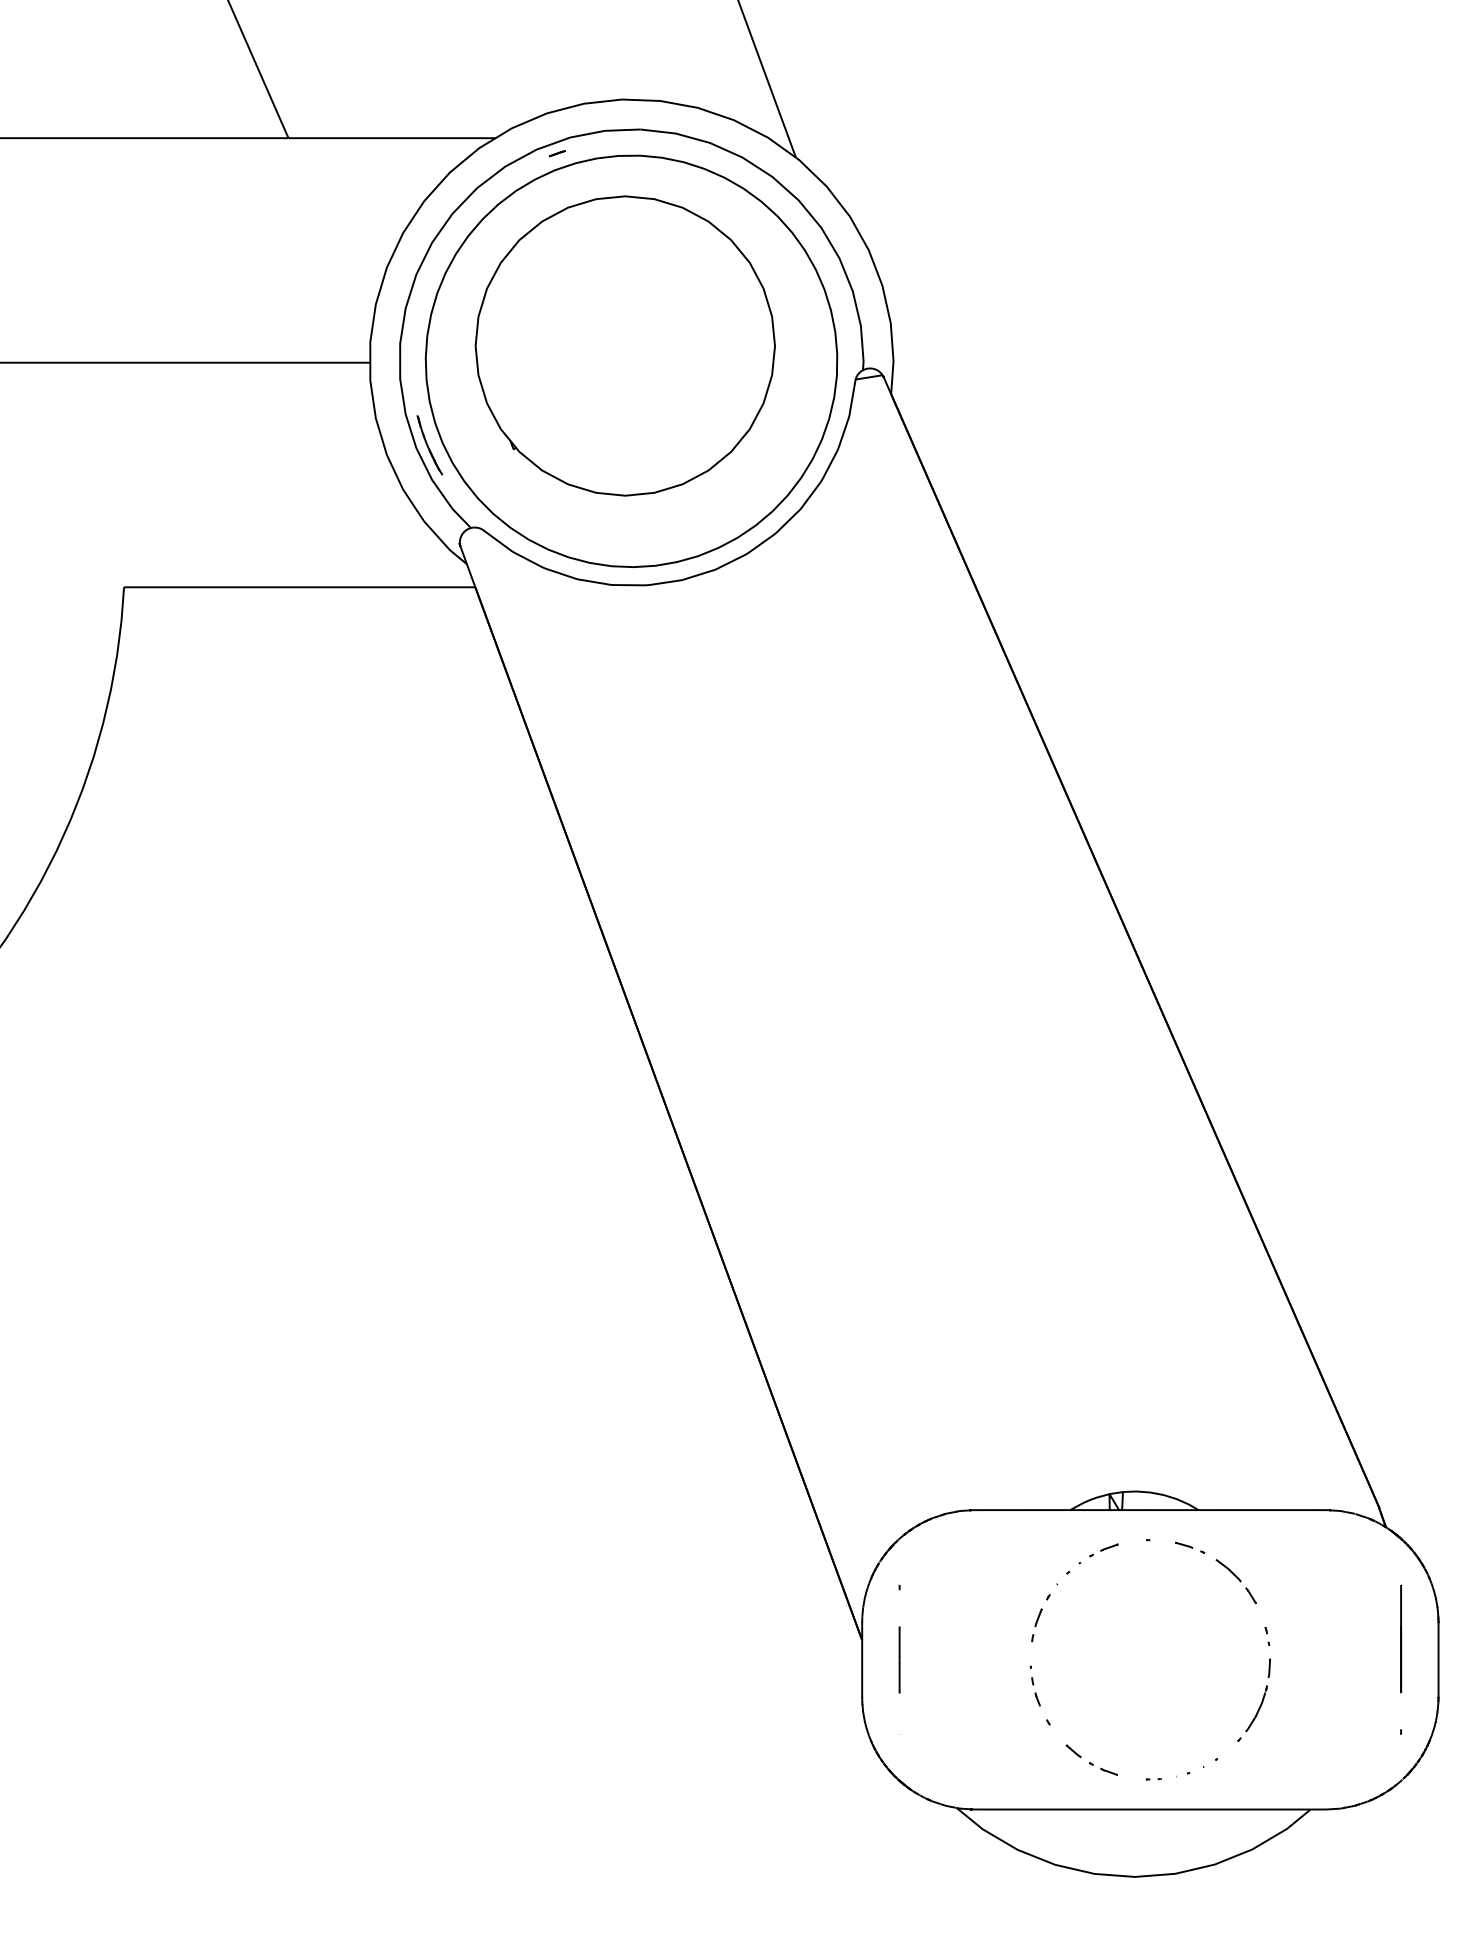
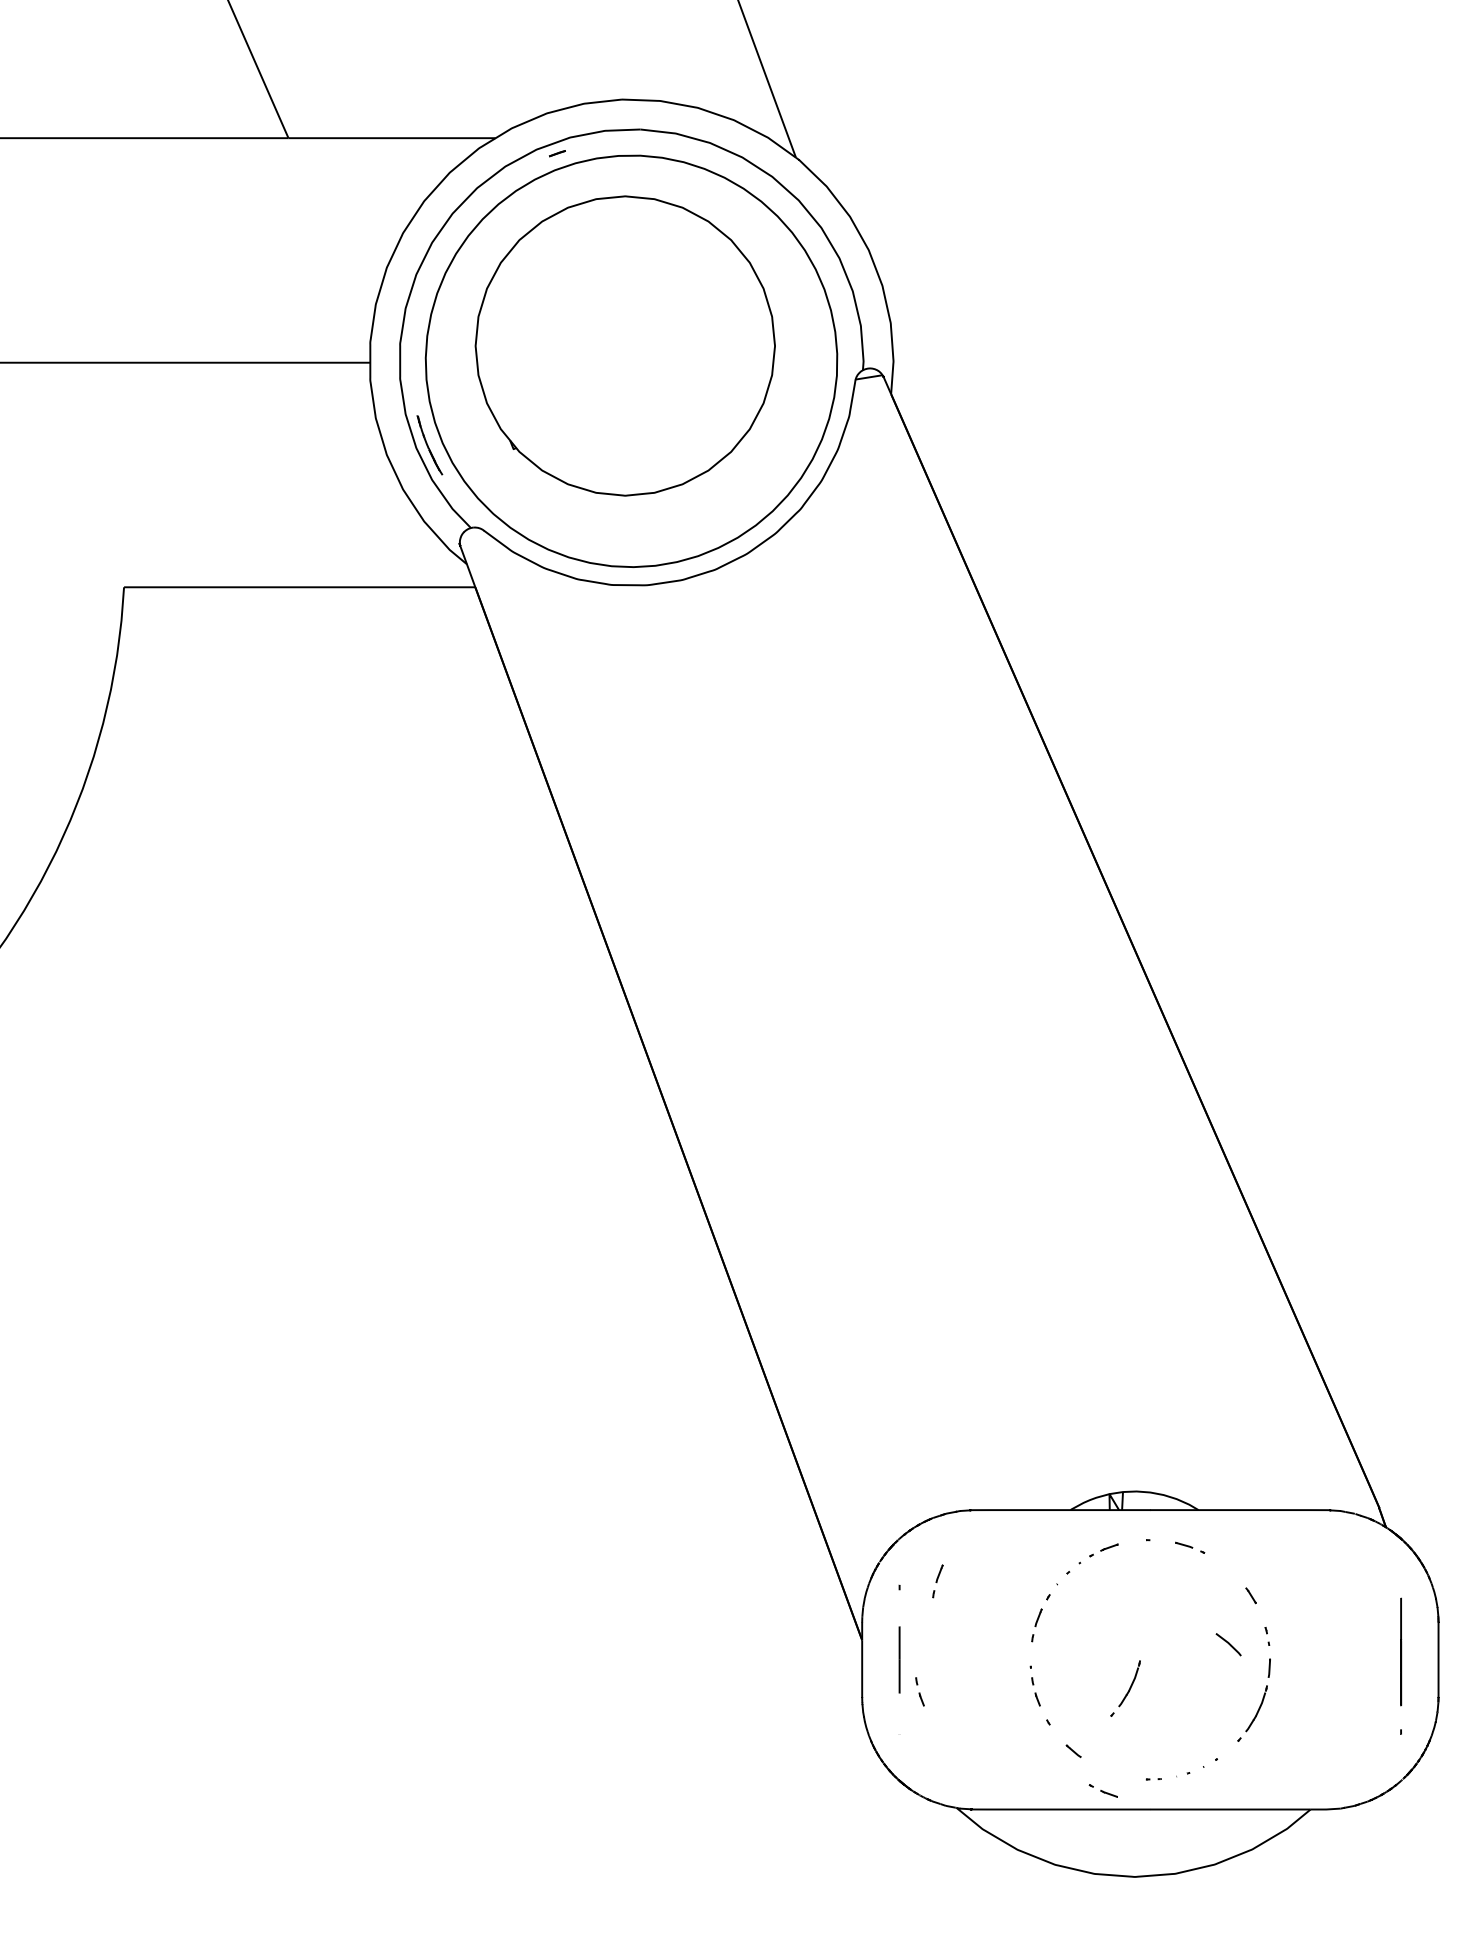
line at (1228, 1570) position: (1228, 1570) -> (1228, 1644)
part at (937, 1581): none -> present
line at (1401, 1638) position: (1401, 1638) -> (1401, 1651)
part at (1125, 1688): none -> present
part at (919, 1691): none -> present
part at (1102, 1768) position: (1102, 1768) -> (1102, 1790)
